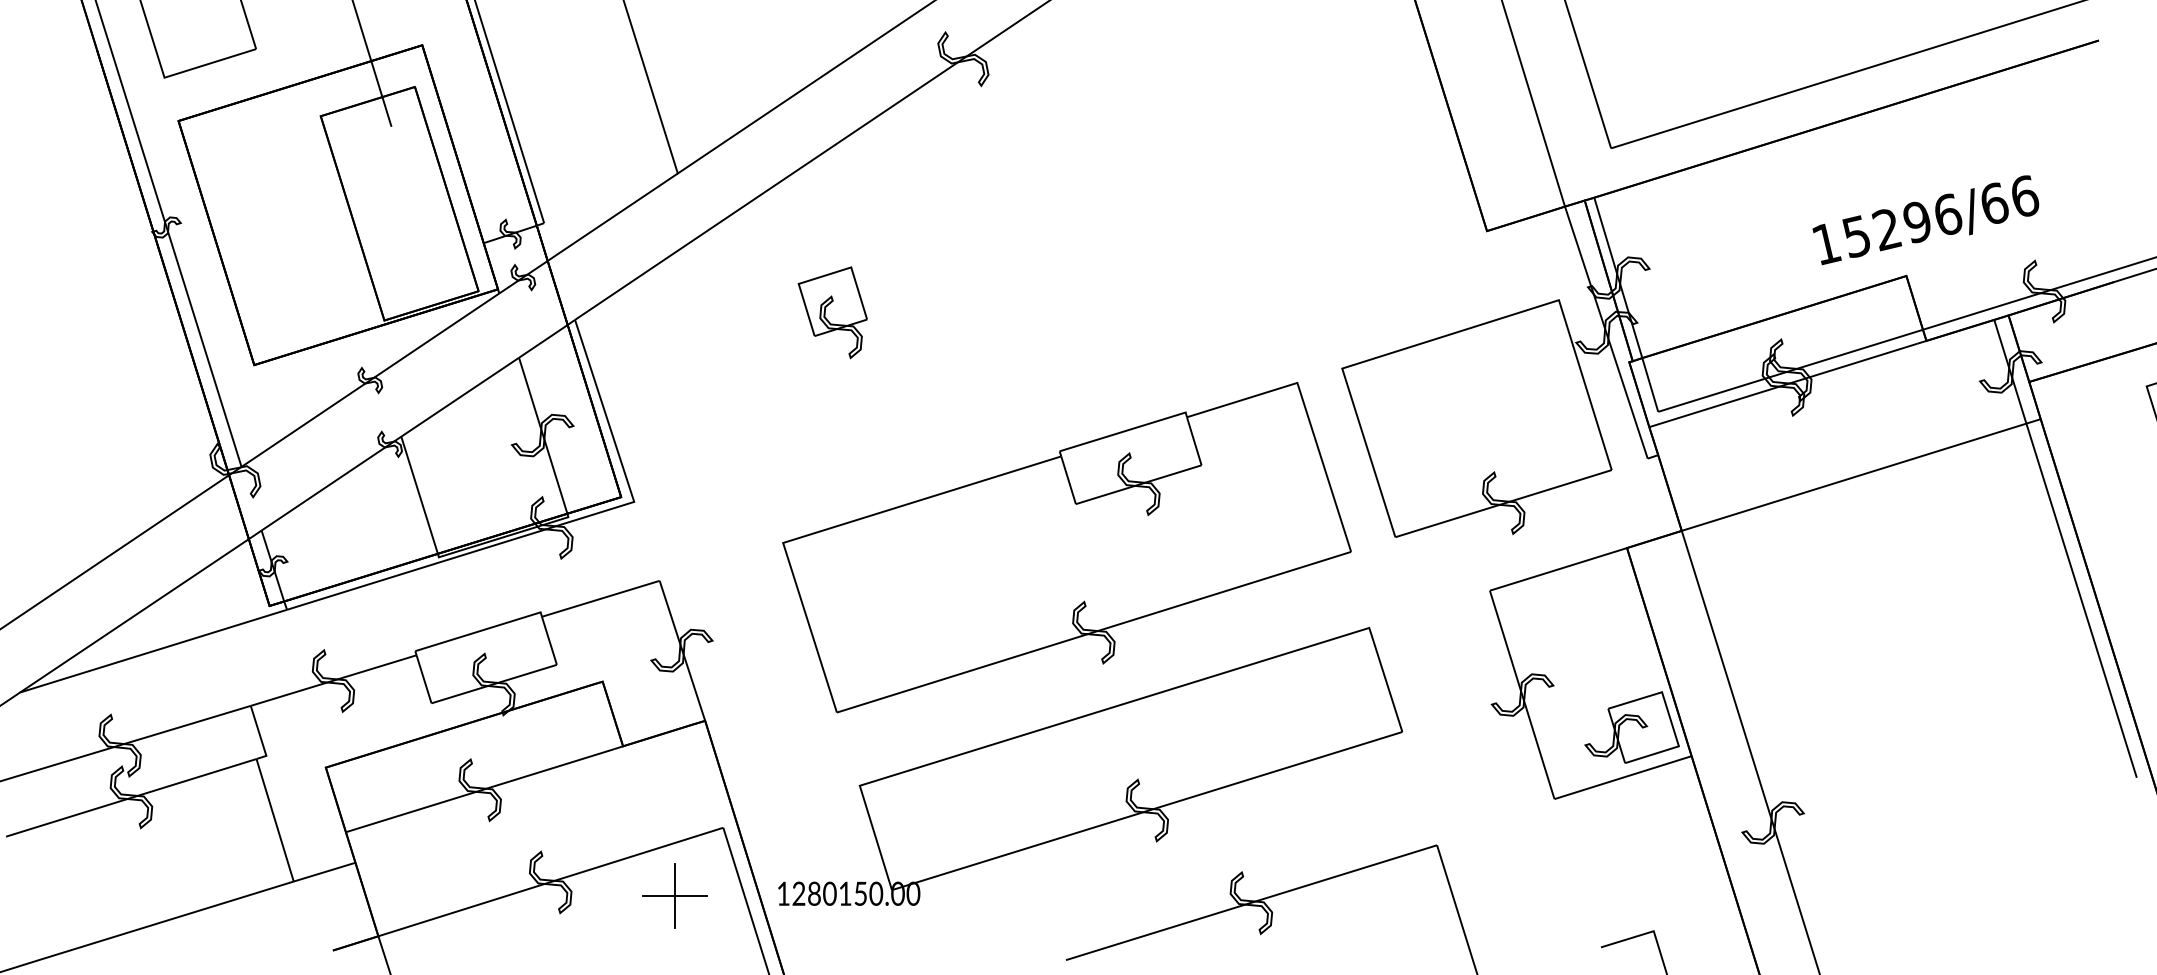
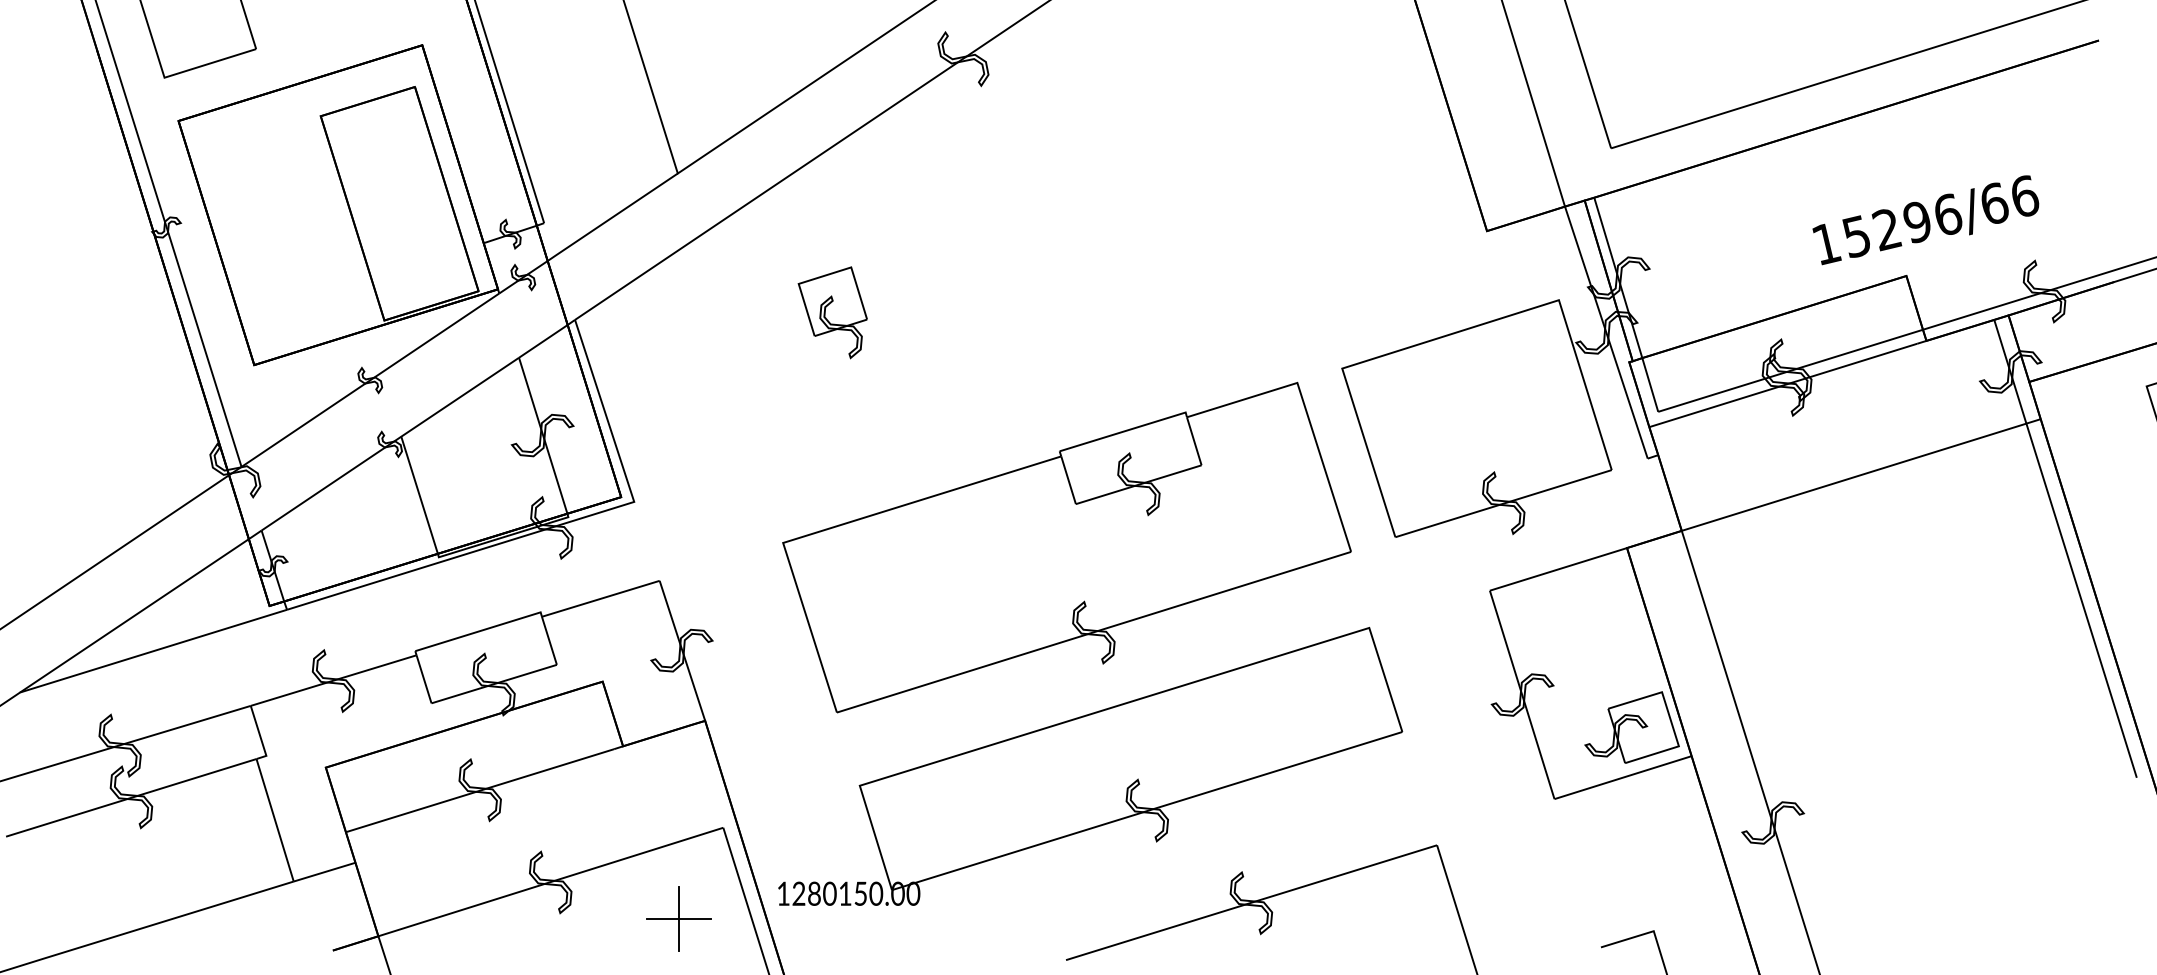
line at (372, 63): present -> none
part at (674, 895) position: (674, 895) -> (678, 918)
